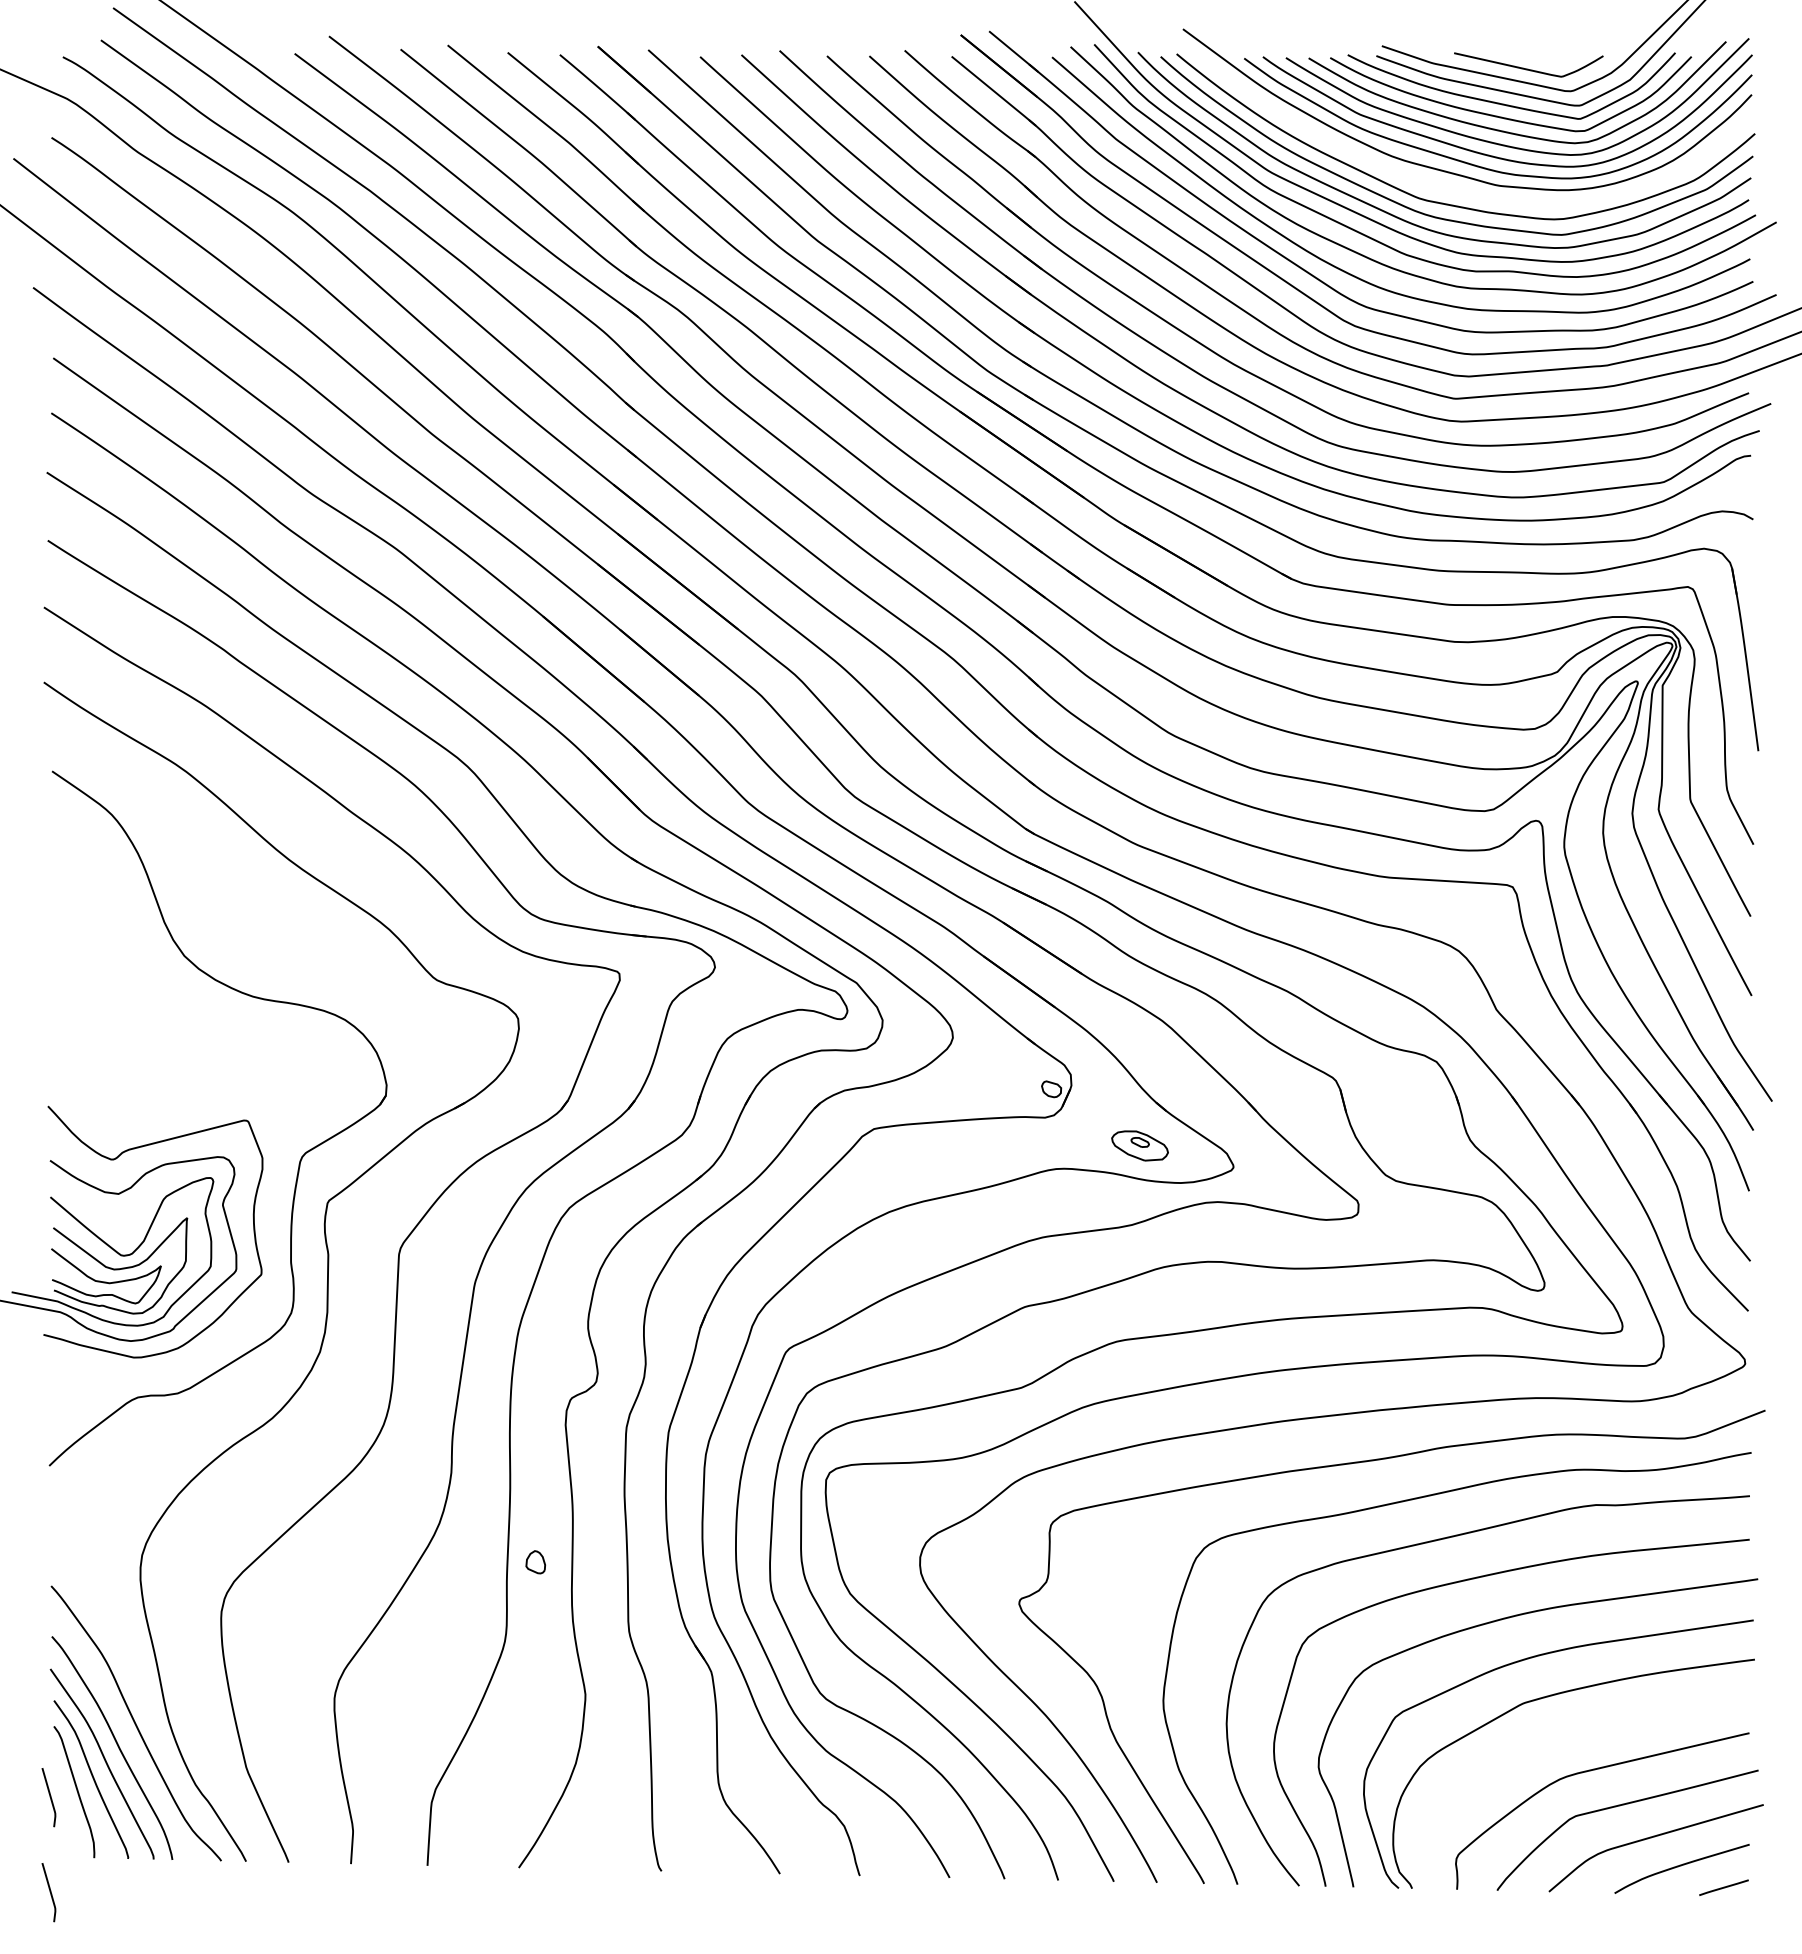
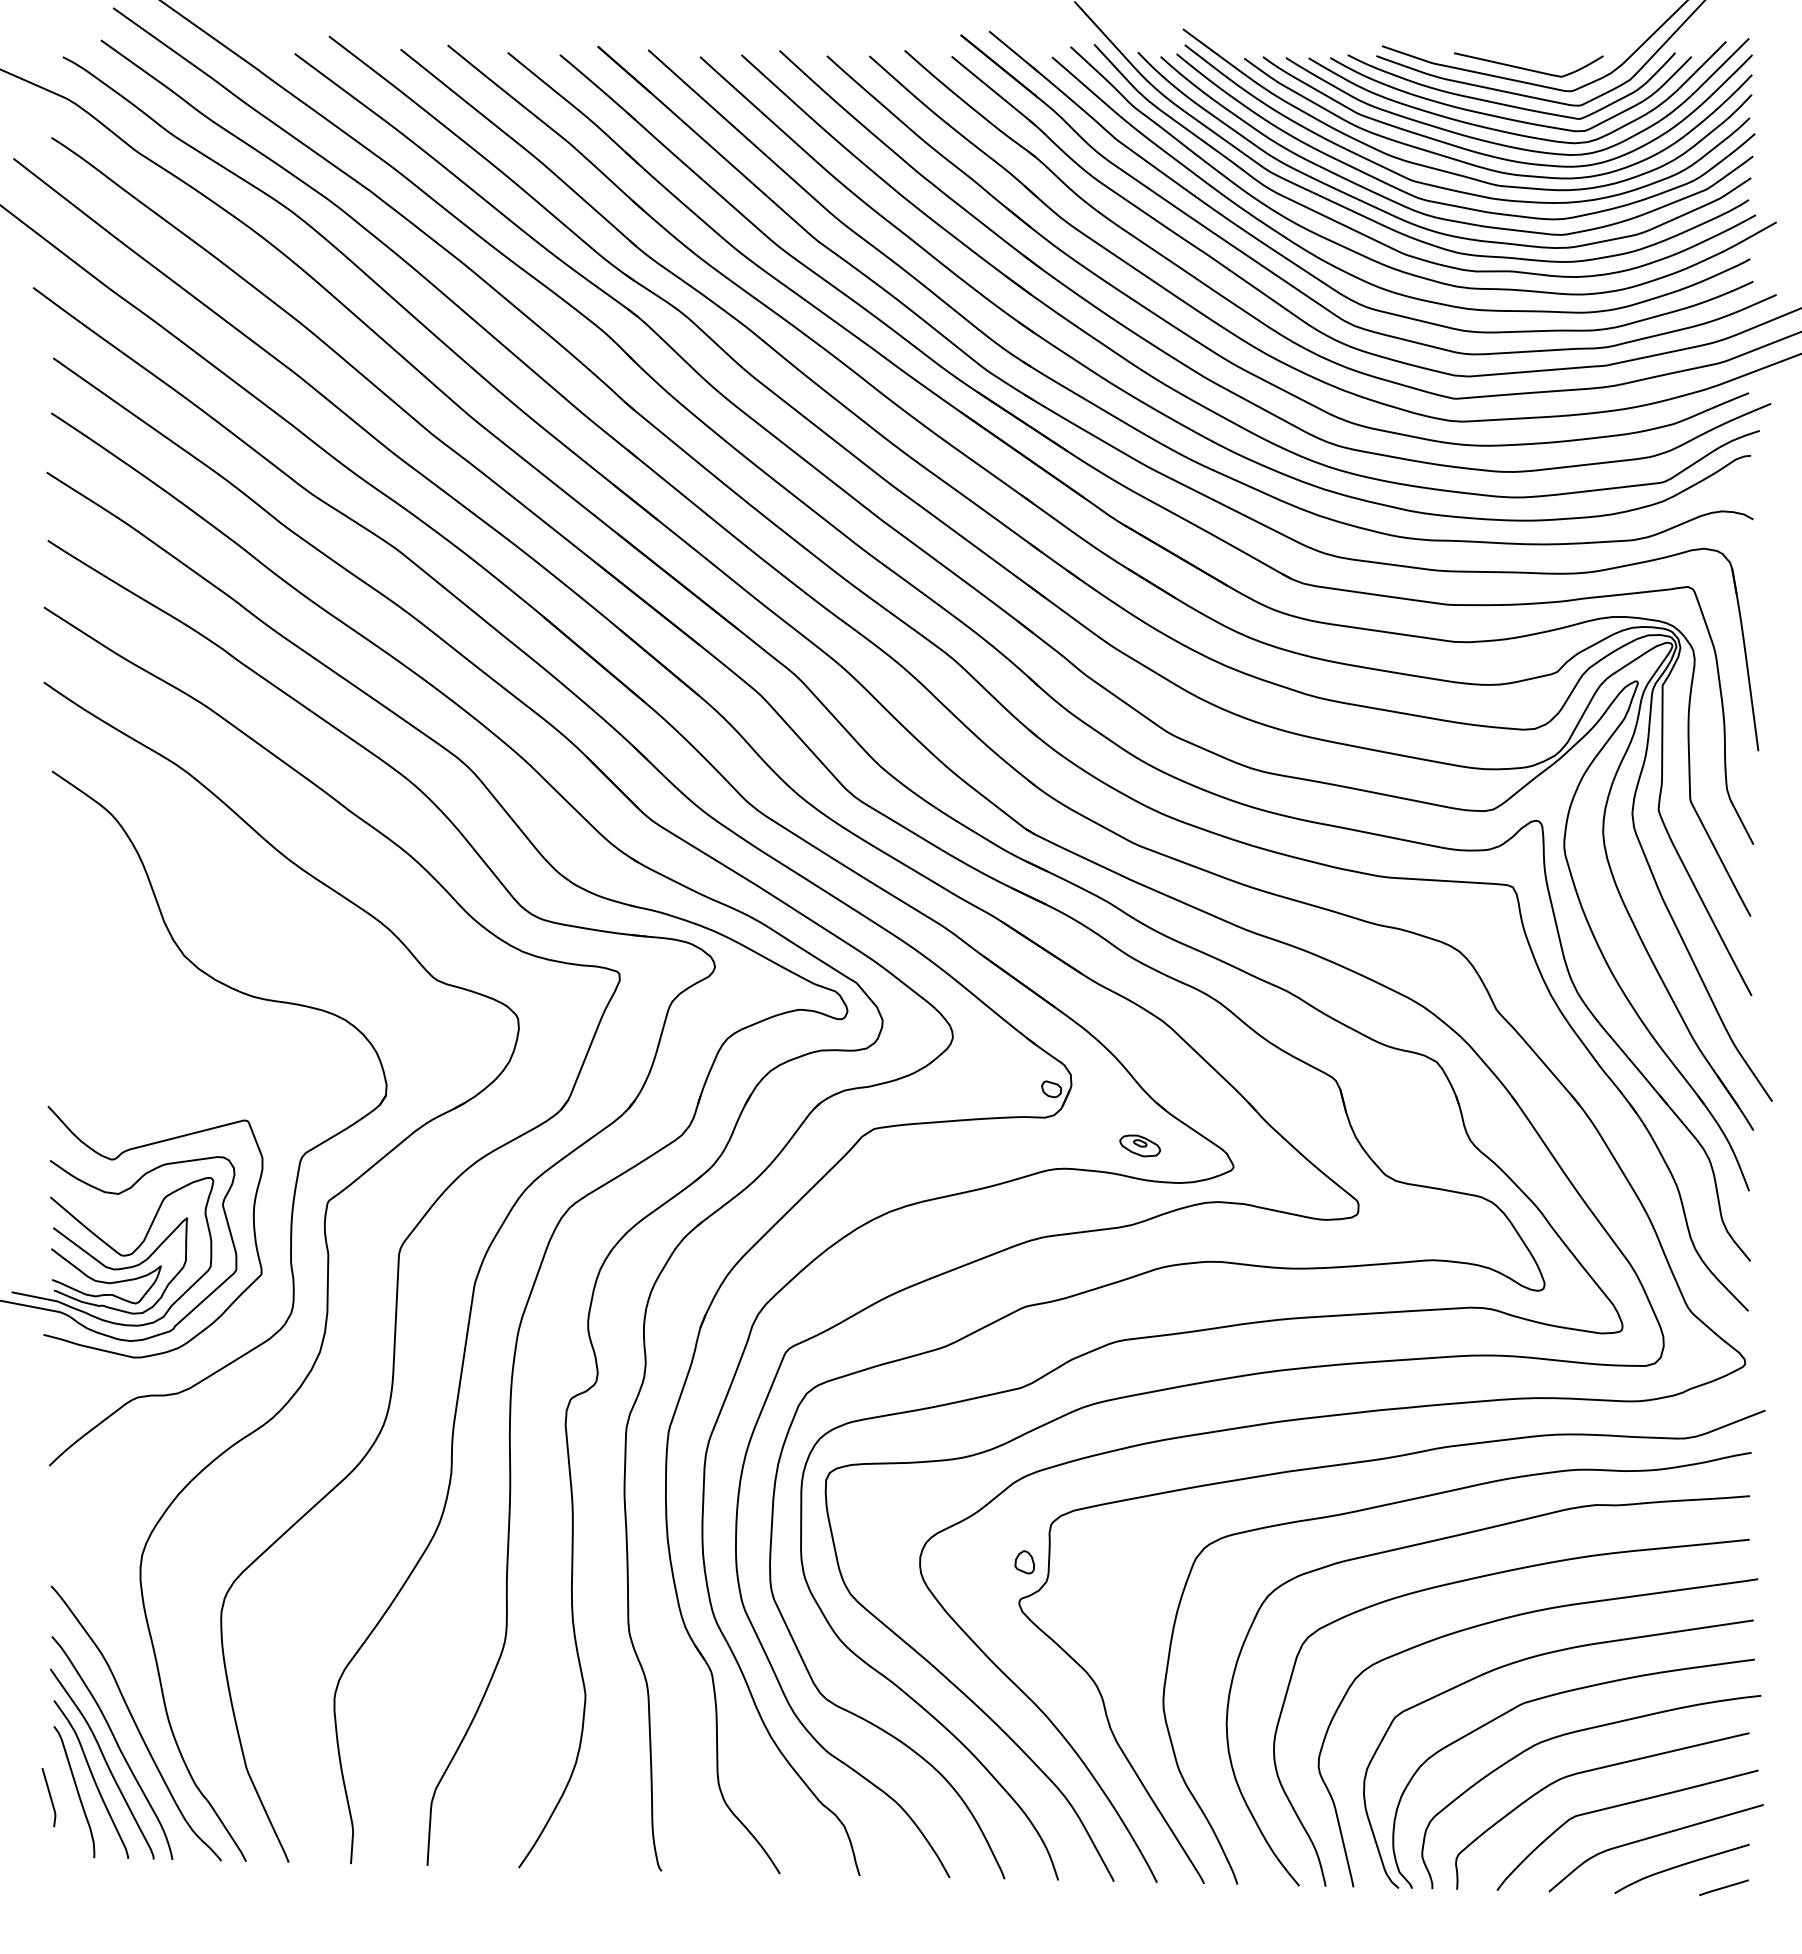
curve at (1450, 188): none -> present
part at (1139, 1145) size: 58x32 px -> 43x24 px
part at (535, 1562) position: (535, 1562) -> (1024, 1562)
curve at (1577, 1732): none -> present
line at (49, 1892): present -> none
